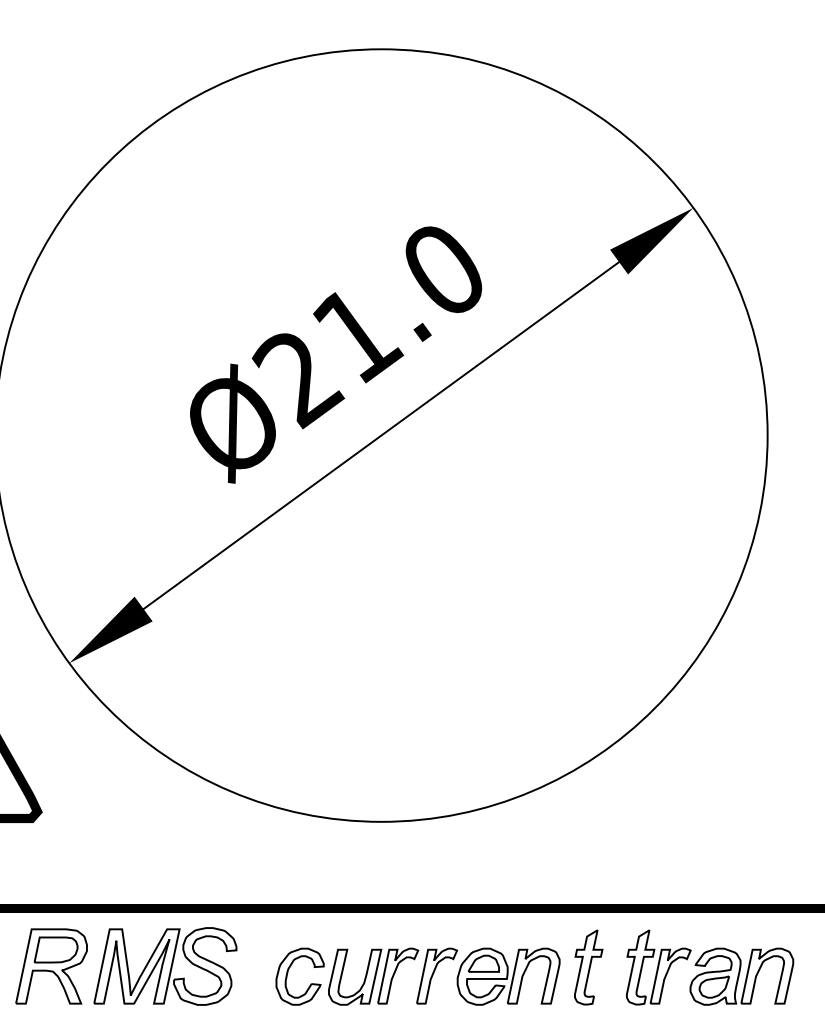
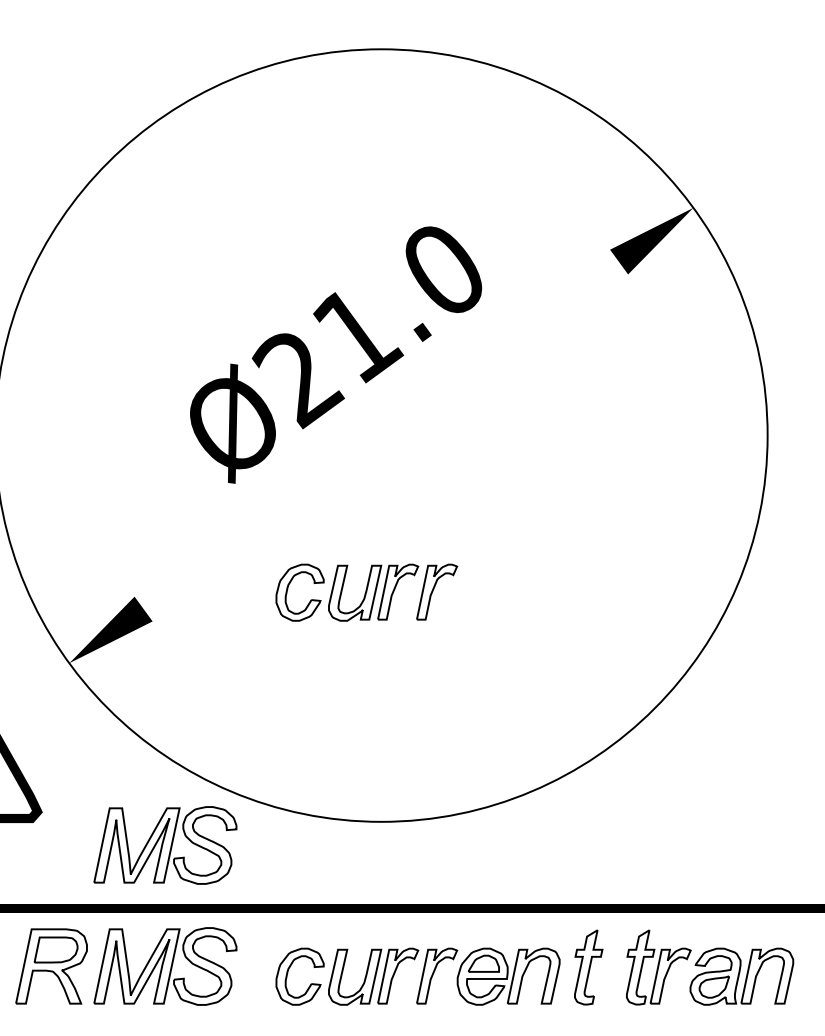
line at (381, 435): present -> none
part at (366, 592): none -> present
part at (165, 845): none -> present
